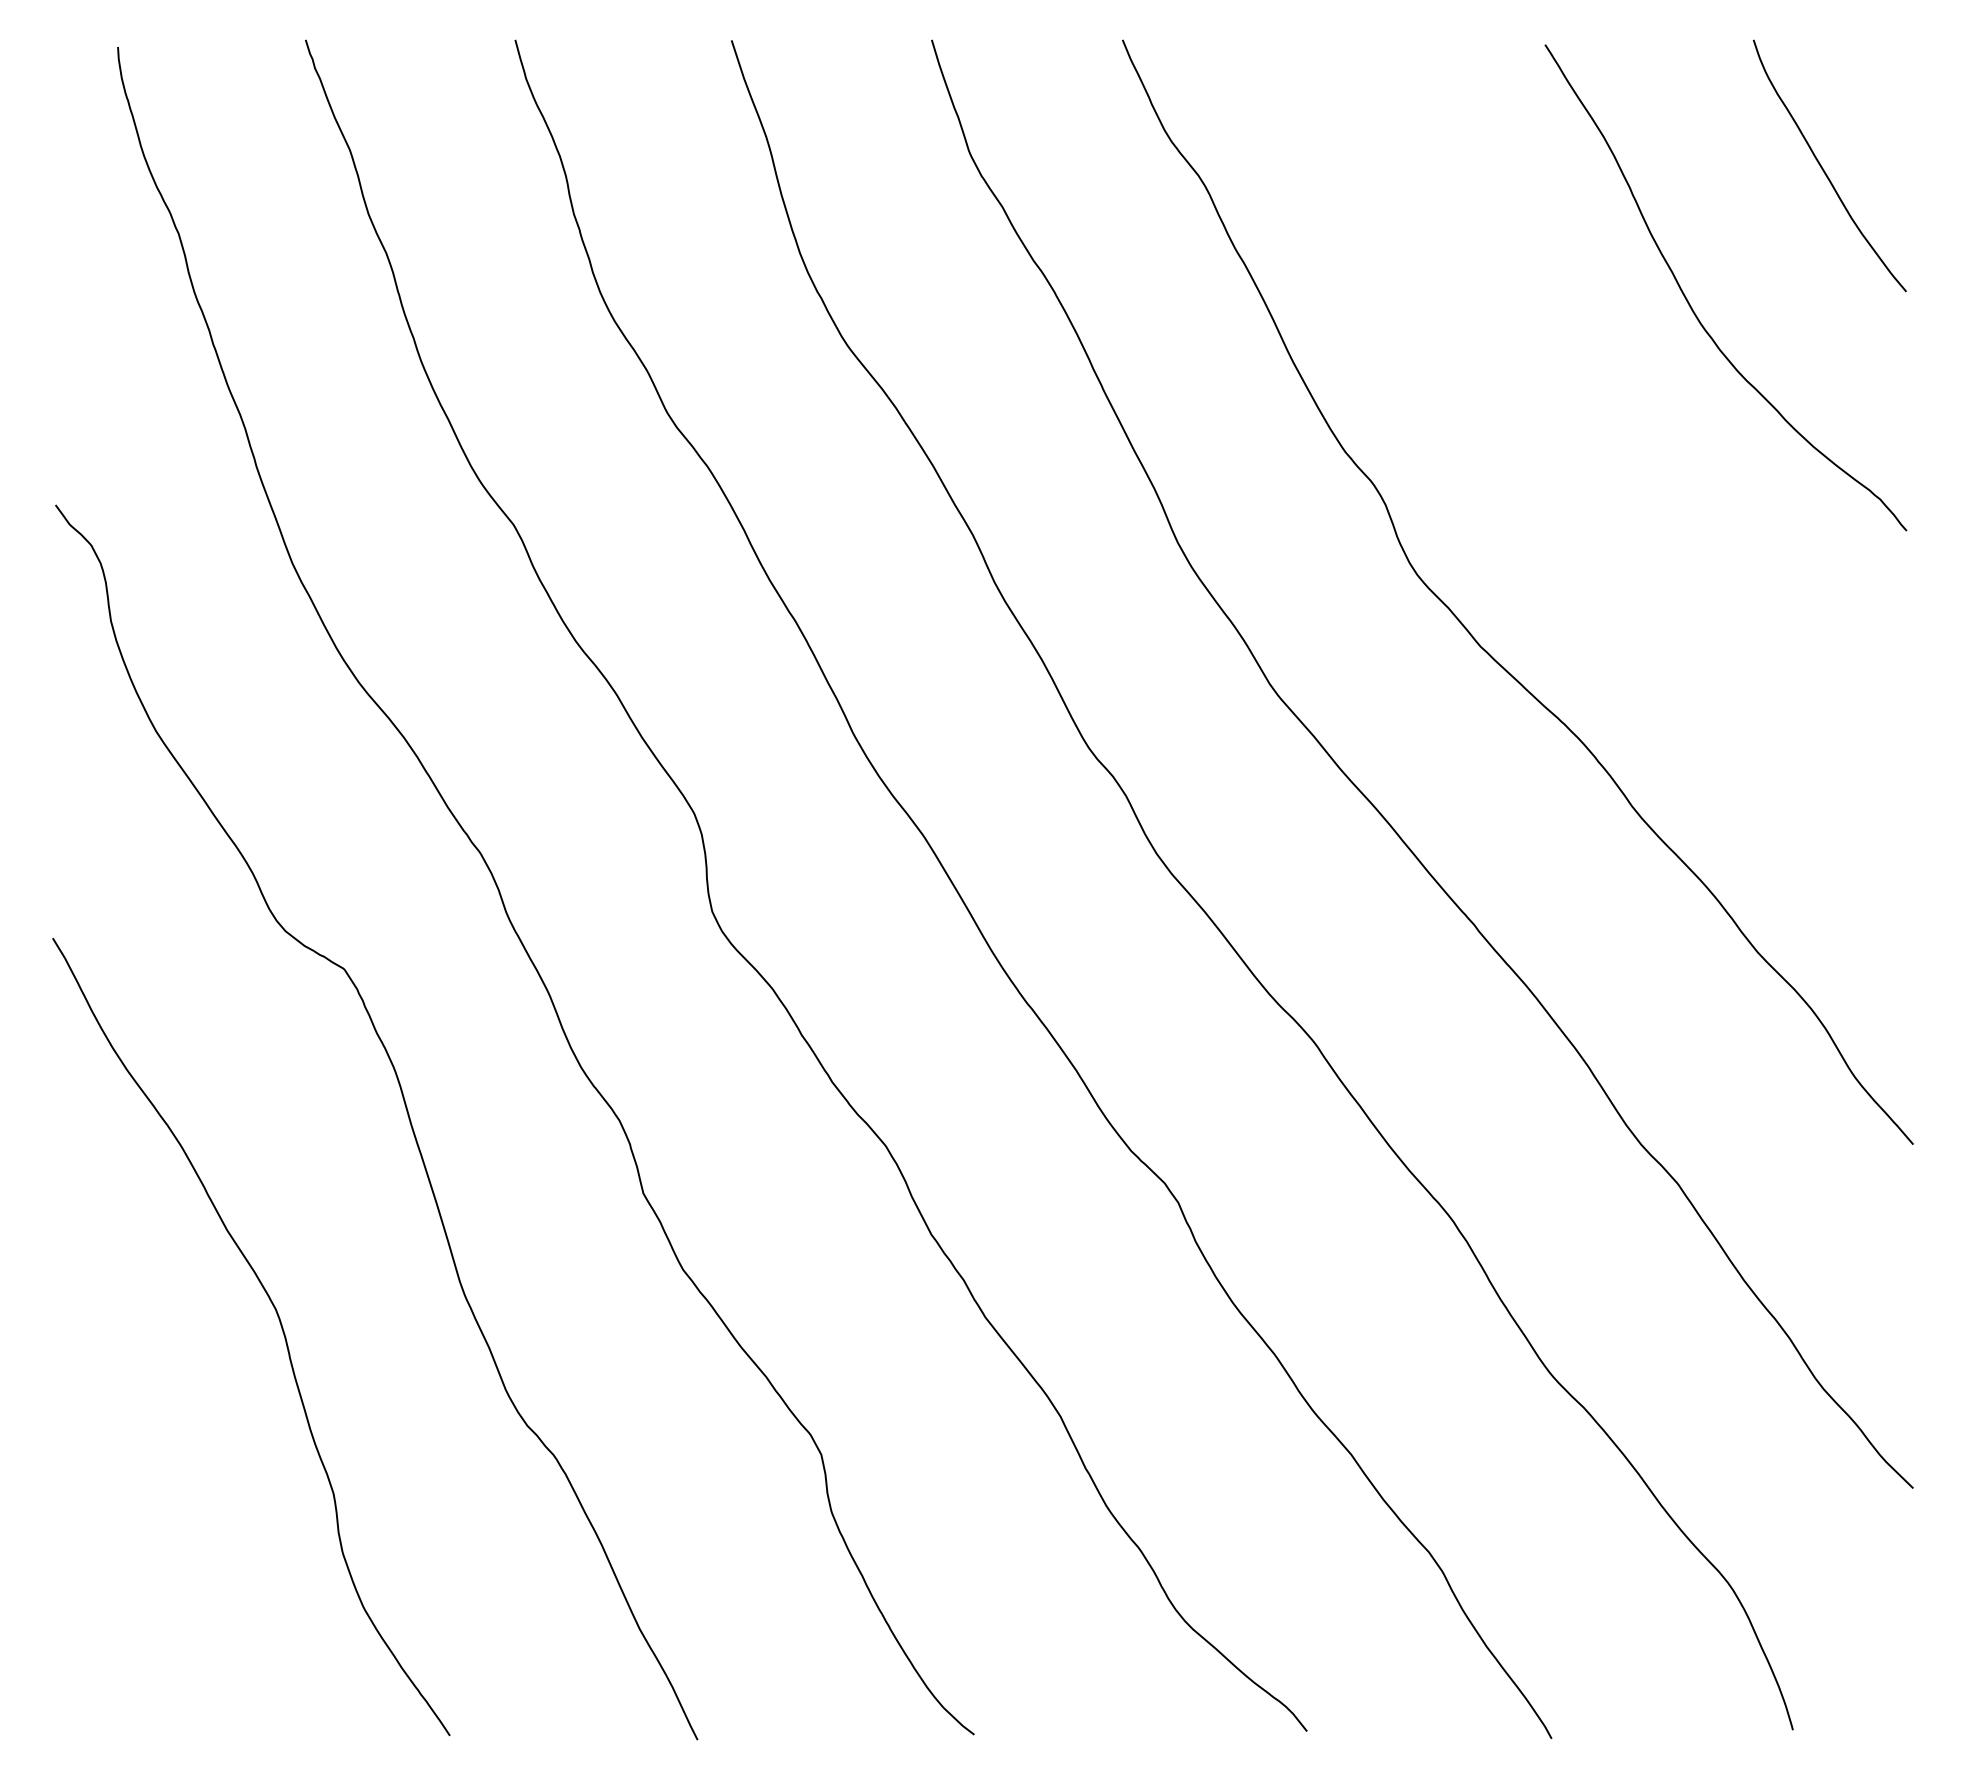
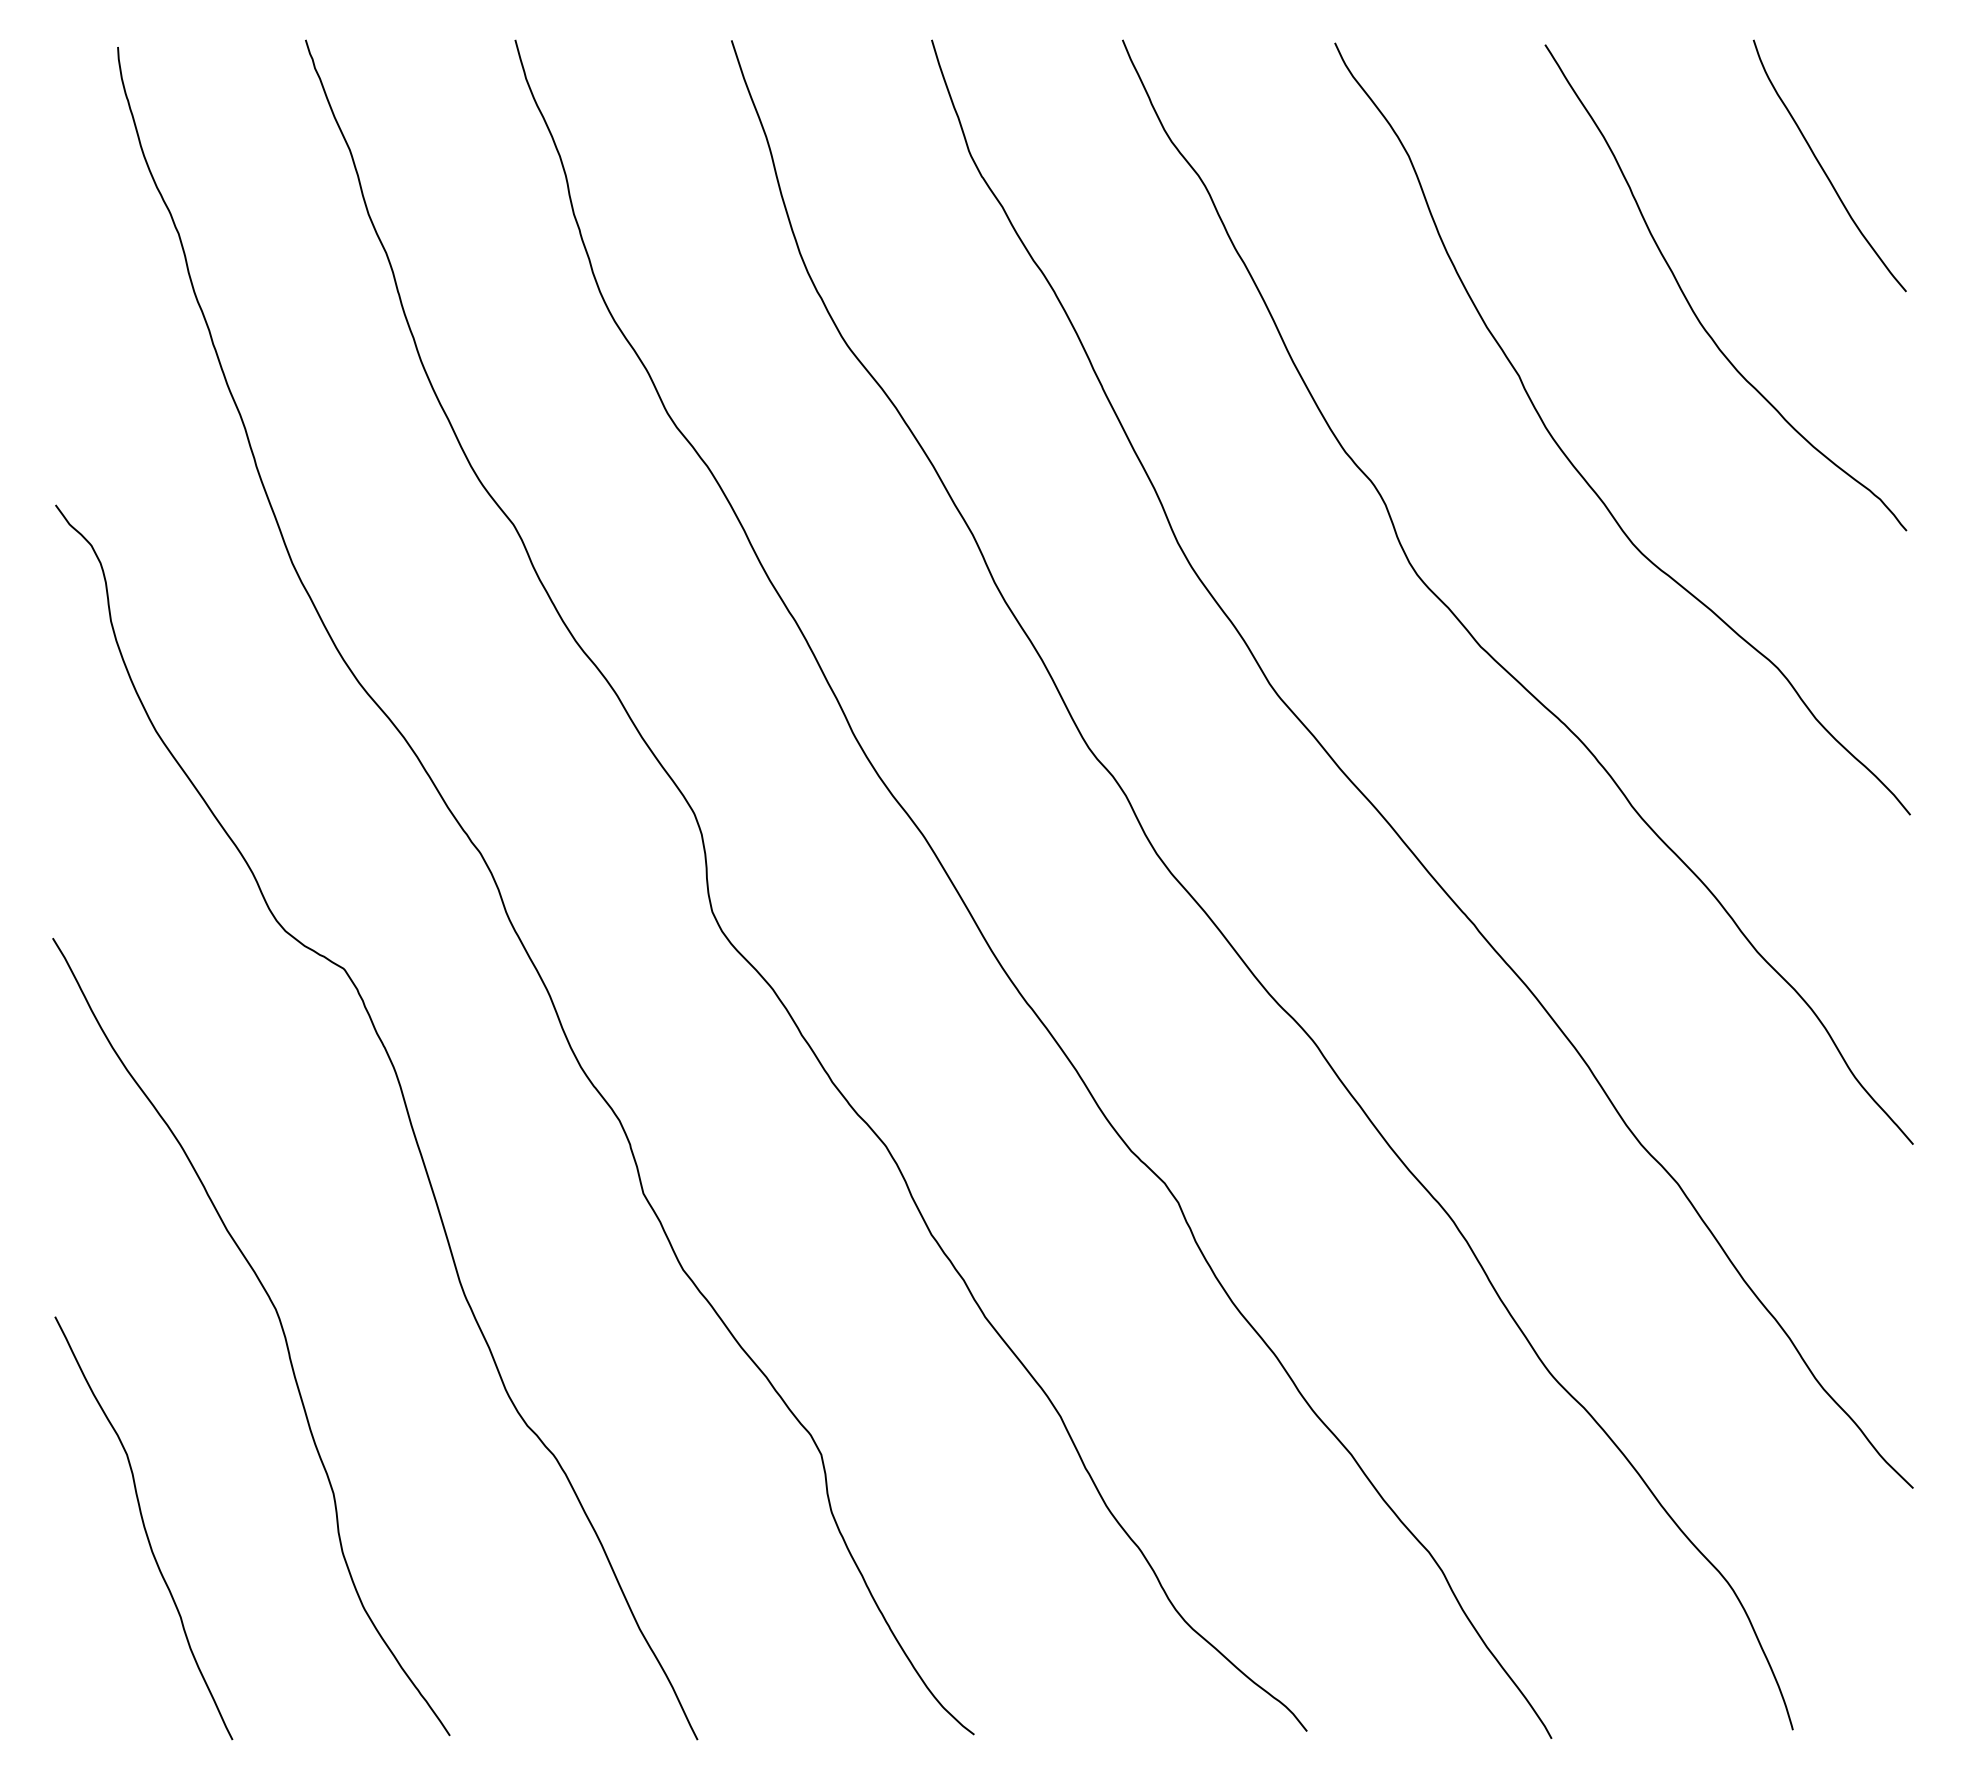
curve at (1575, 466): none -> present
curve at (143, 1528): none -> present
